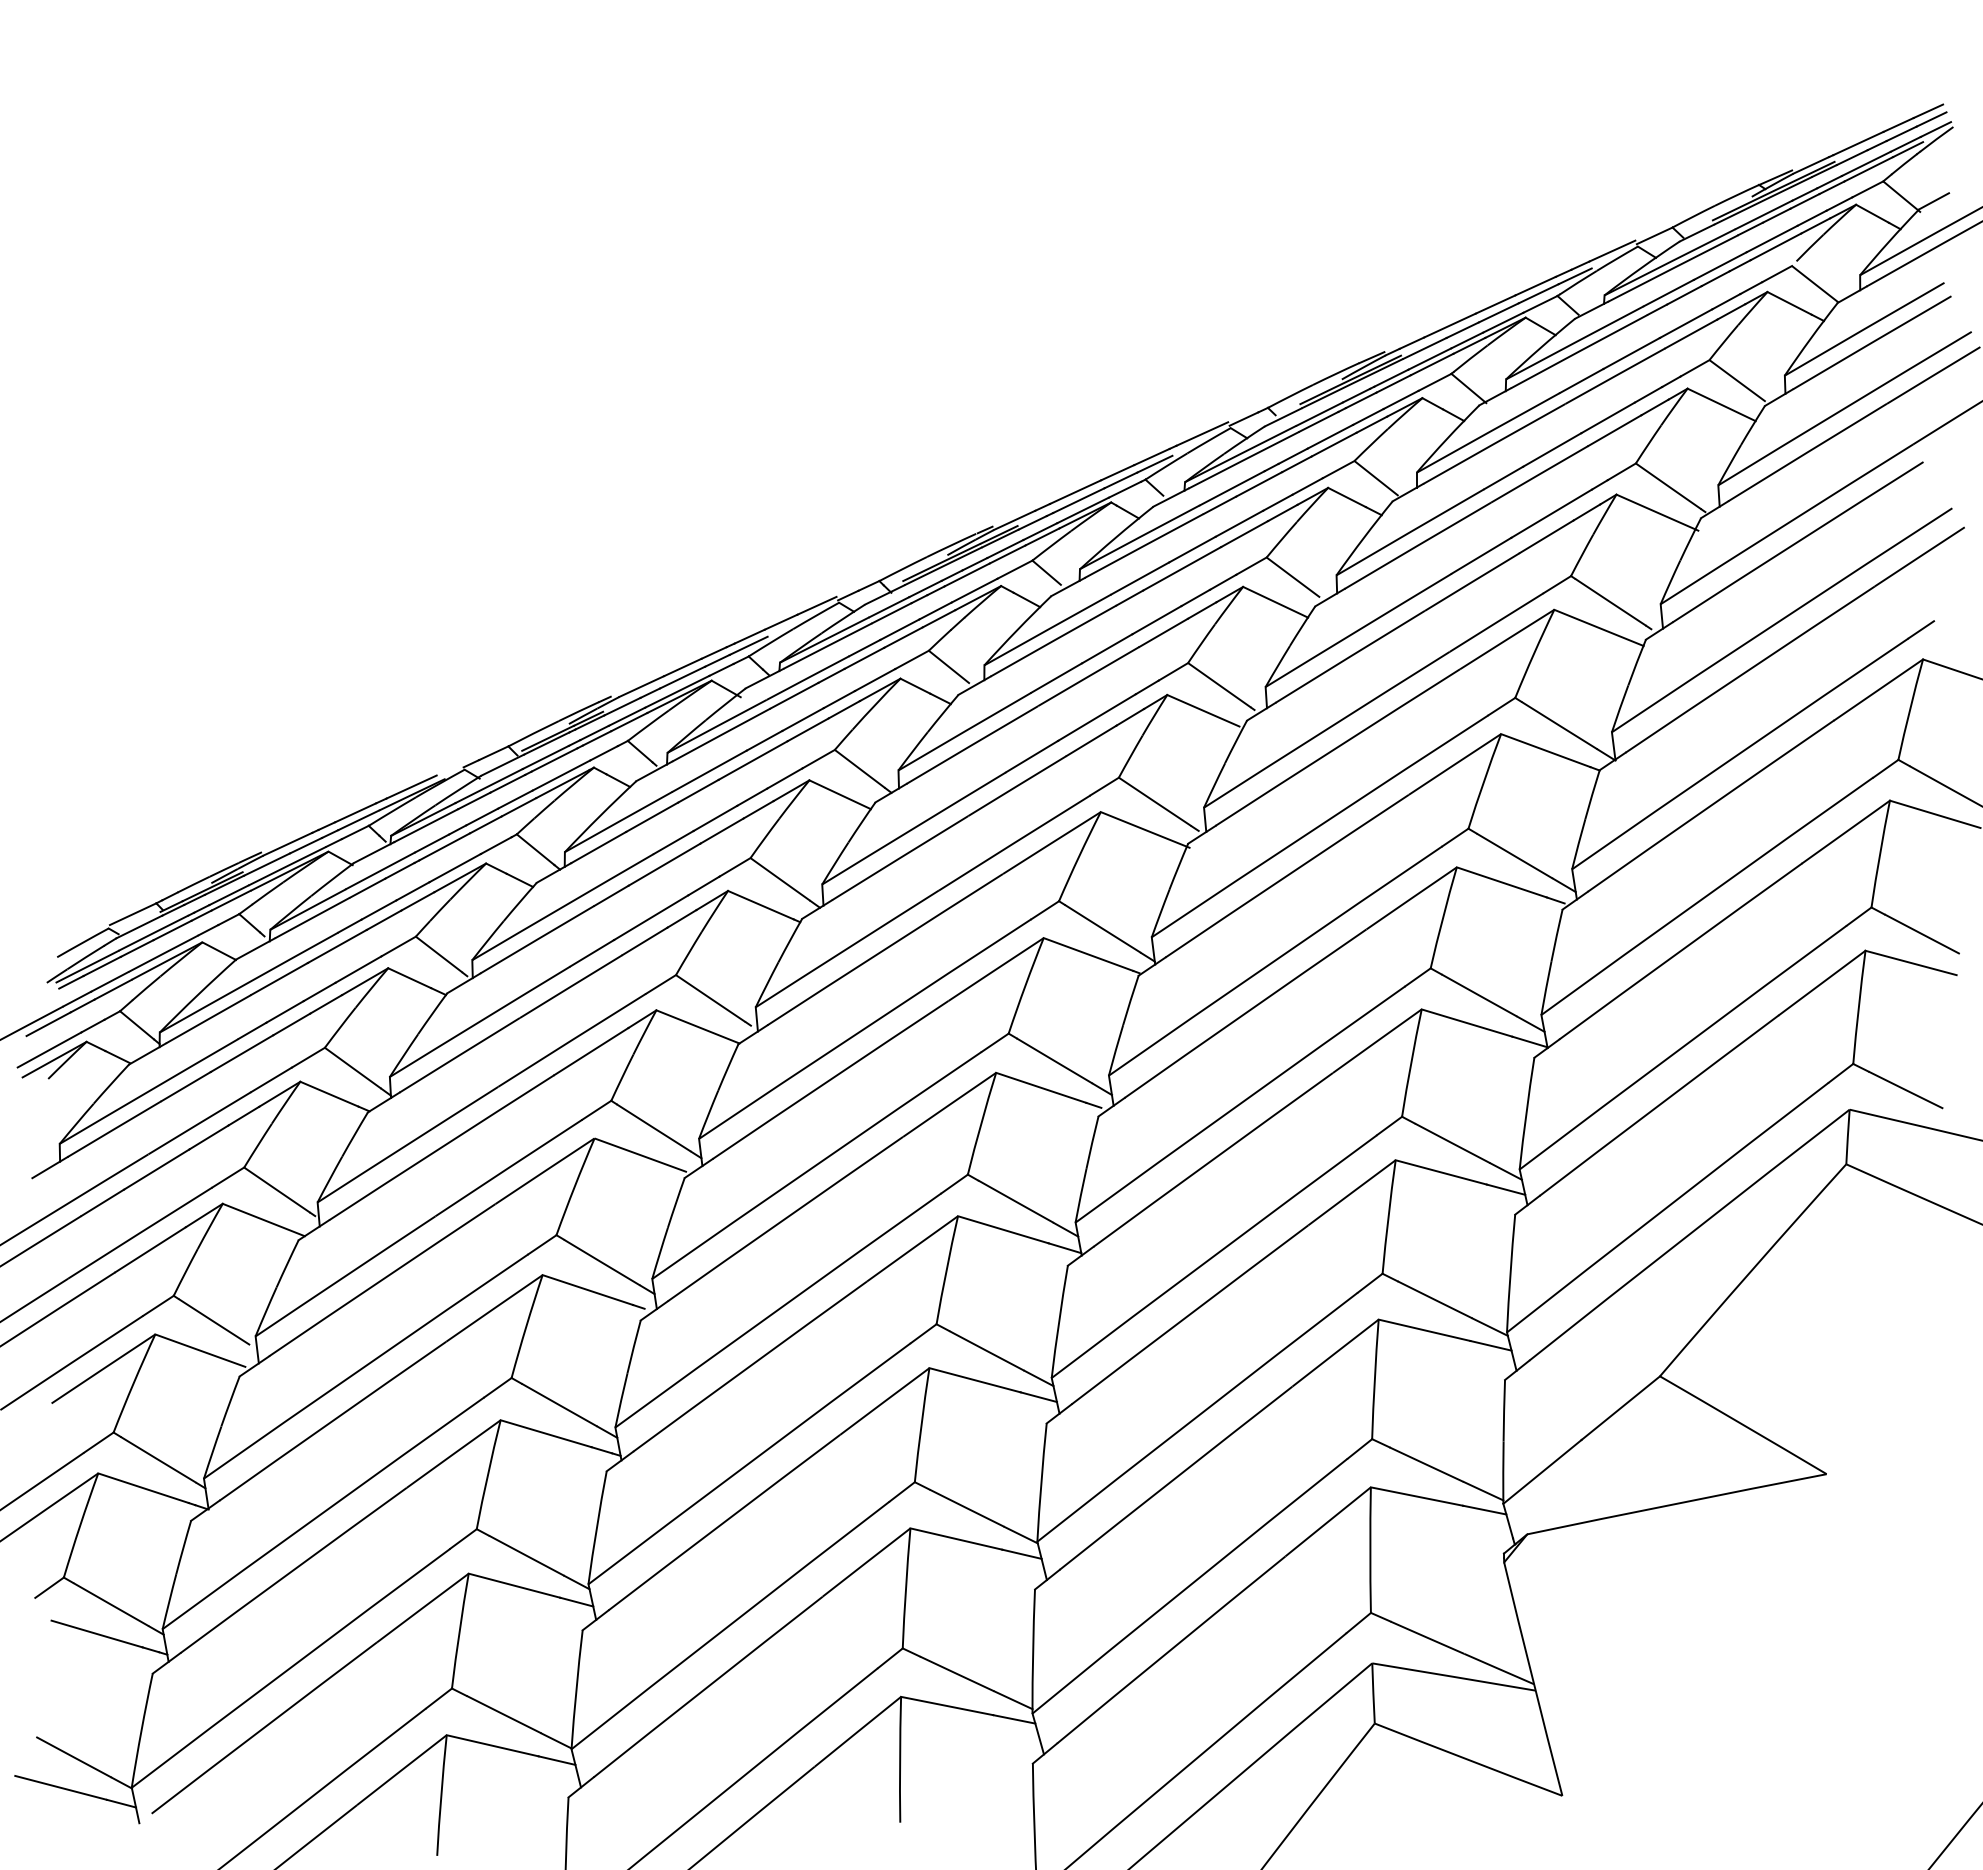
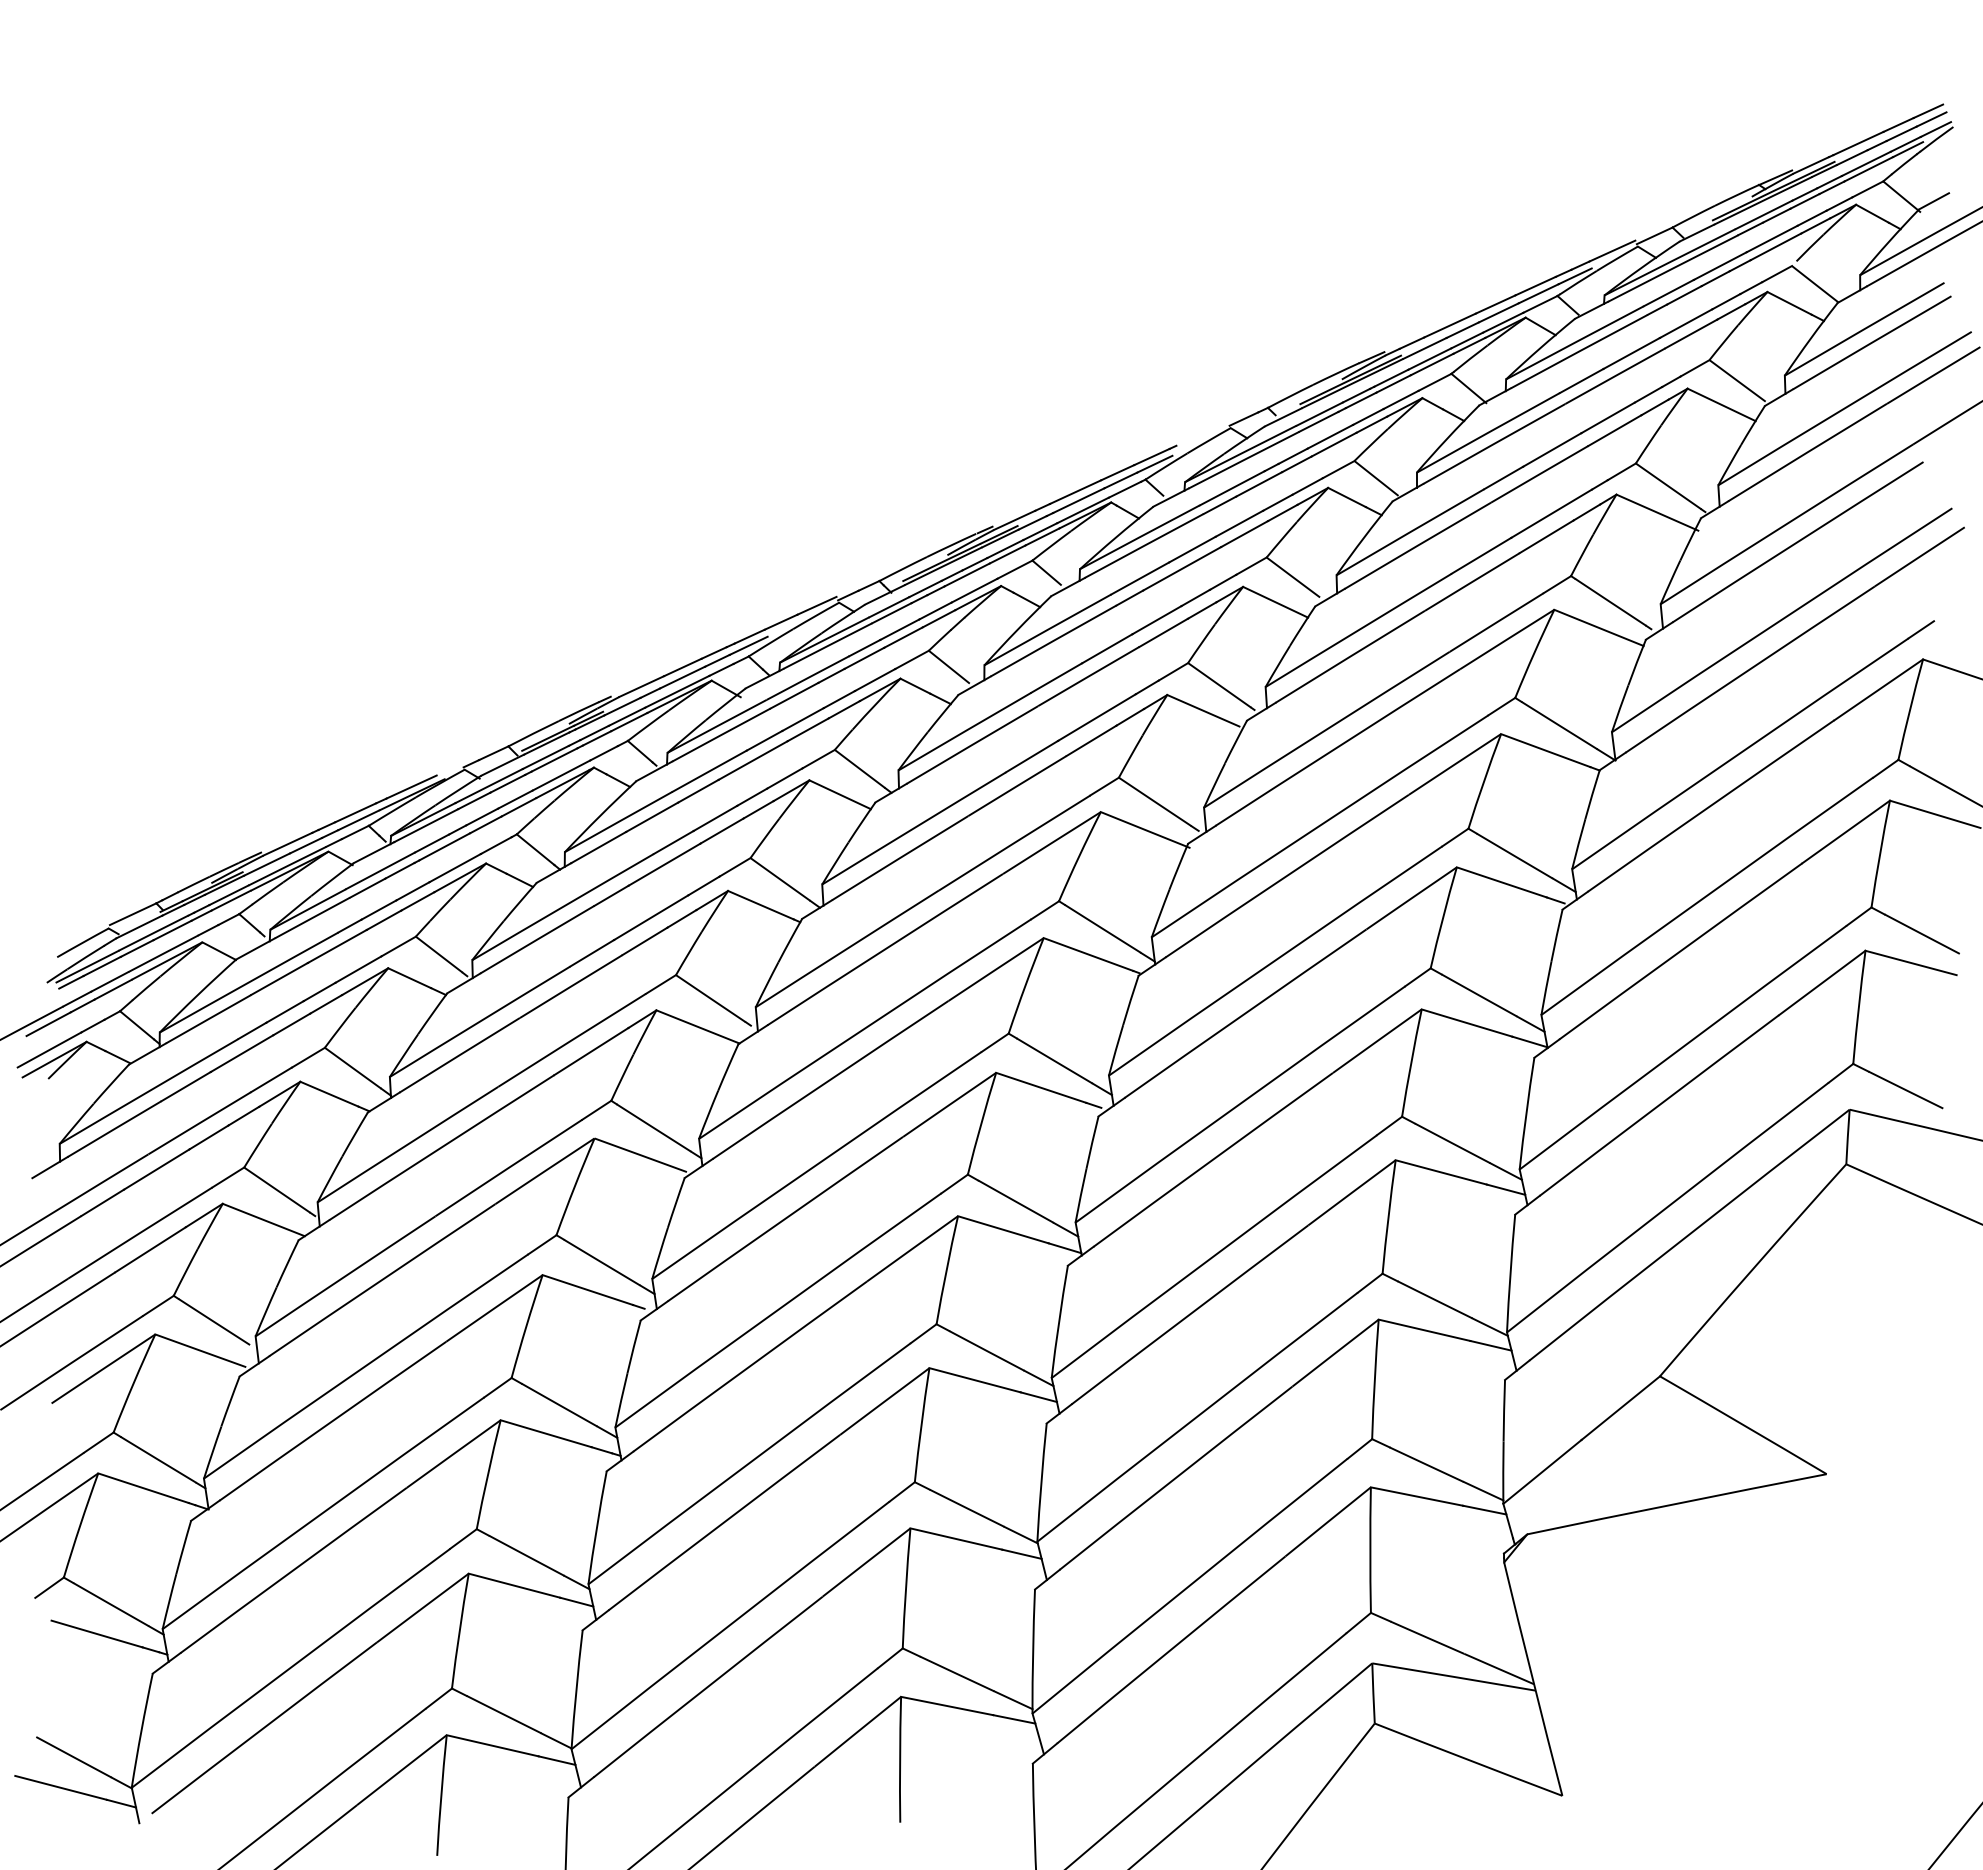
line at (1202, 433): present -> none
